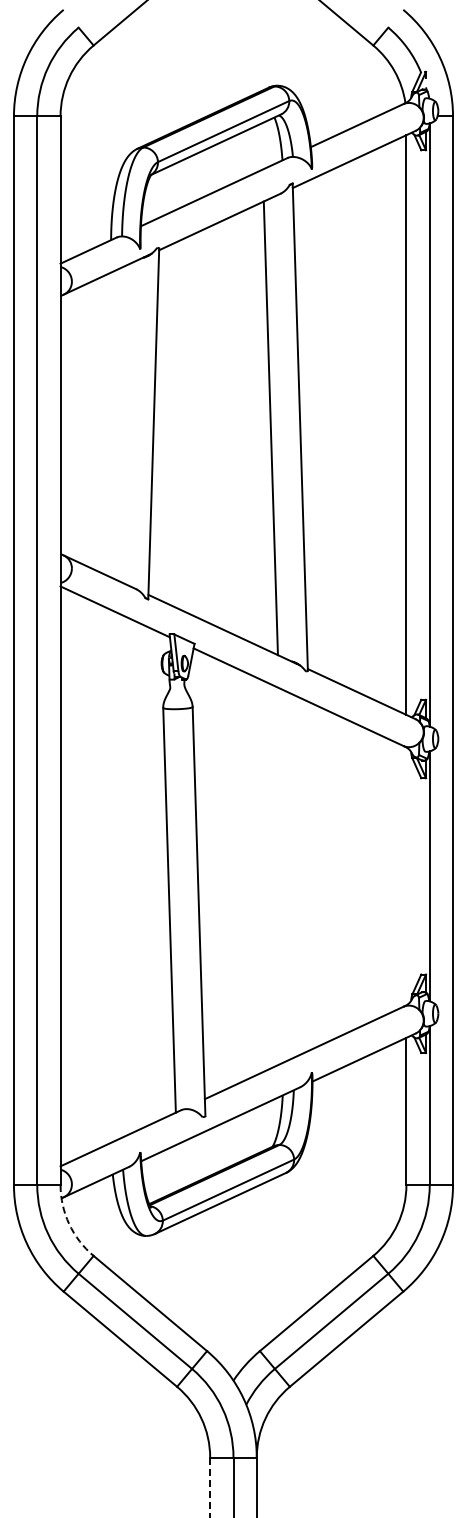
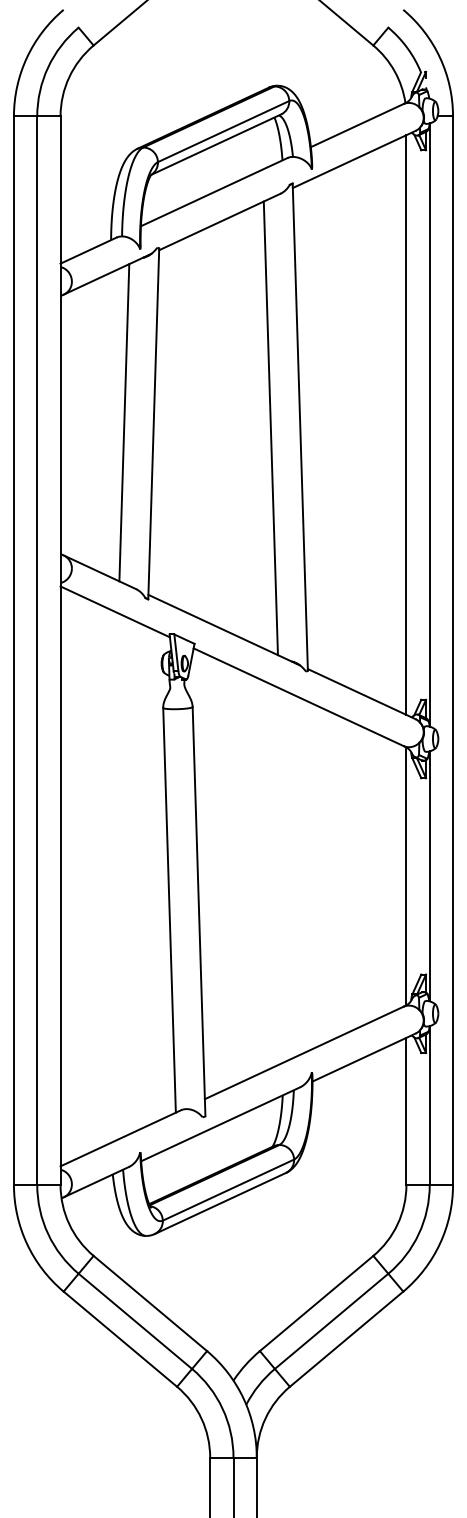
line at (124, 422): none -> present
line at (406, 876): none -> present
arc at (69, 1224): dashed -> solid
line at (210, 1487): dashed -> solid
